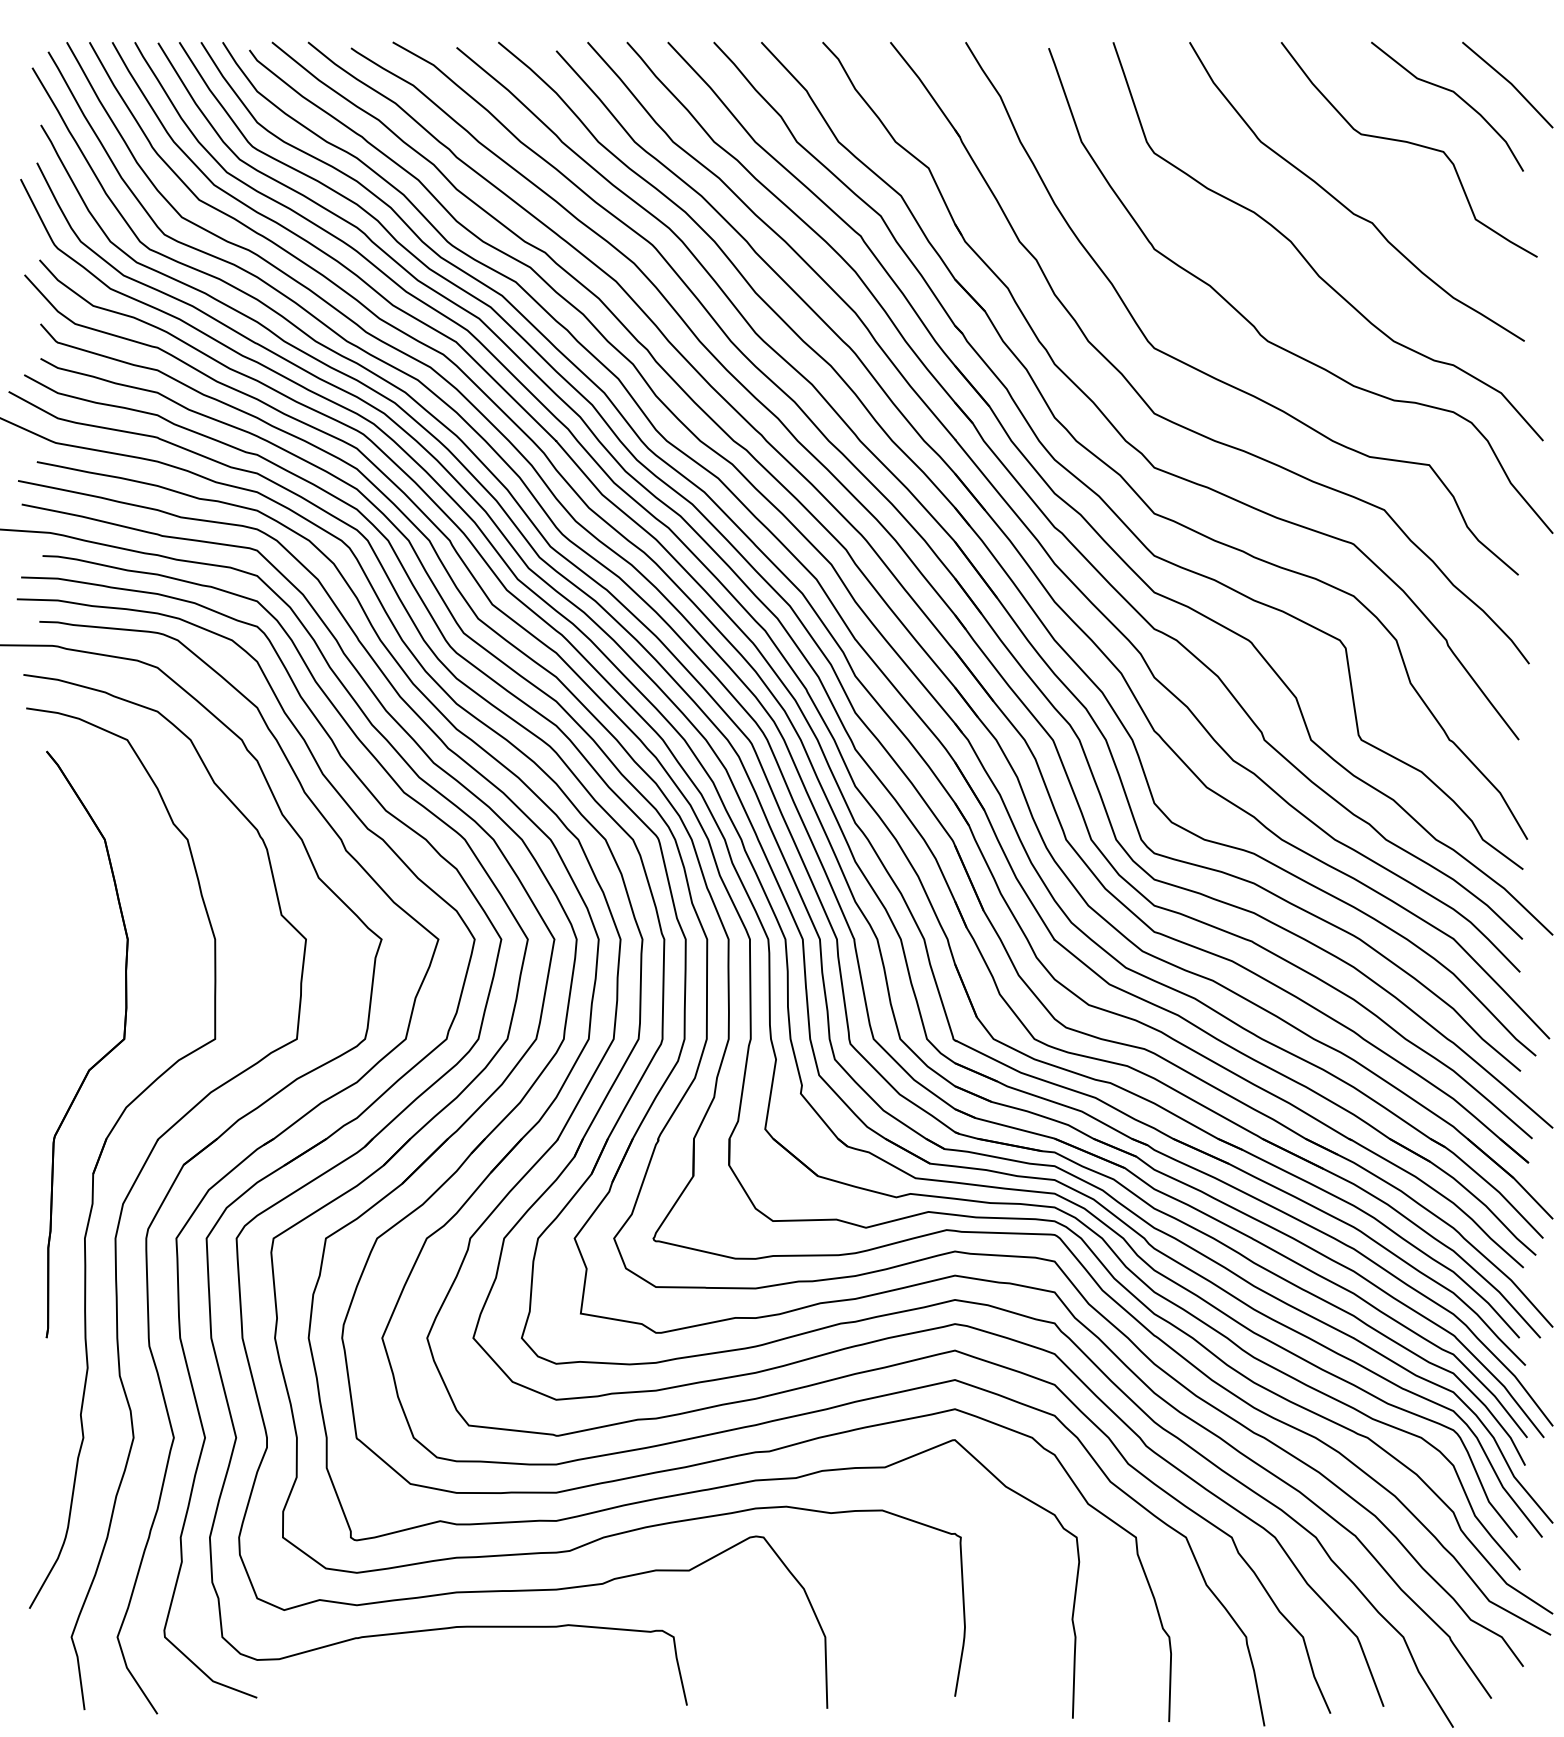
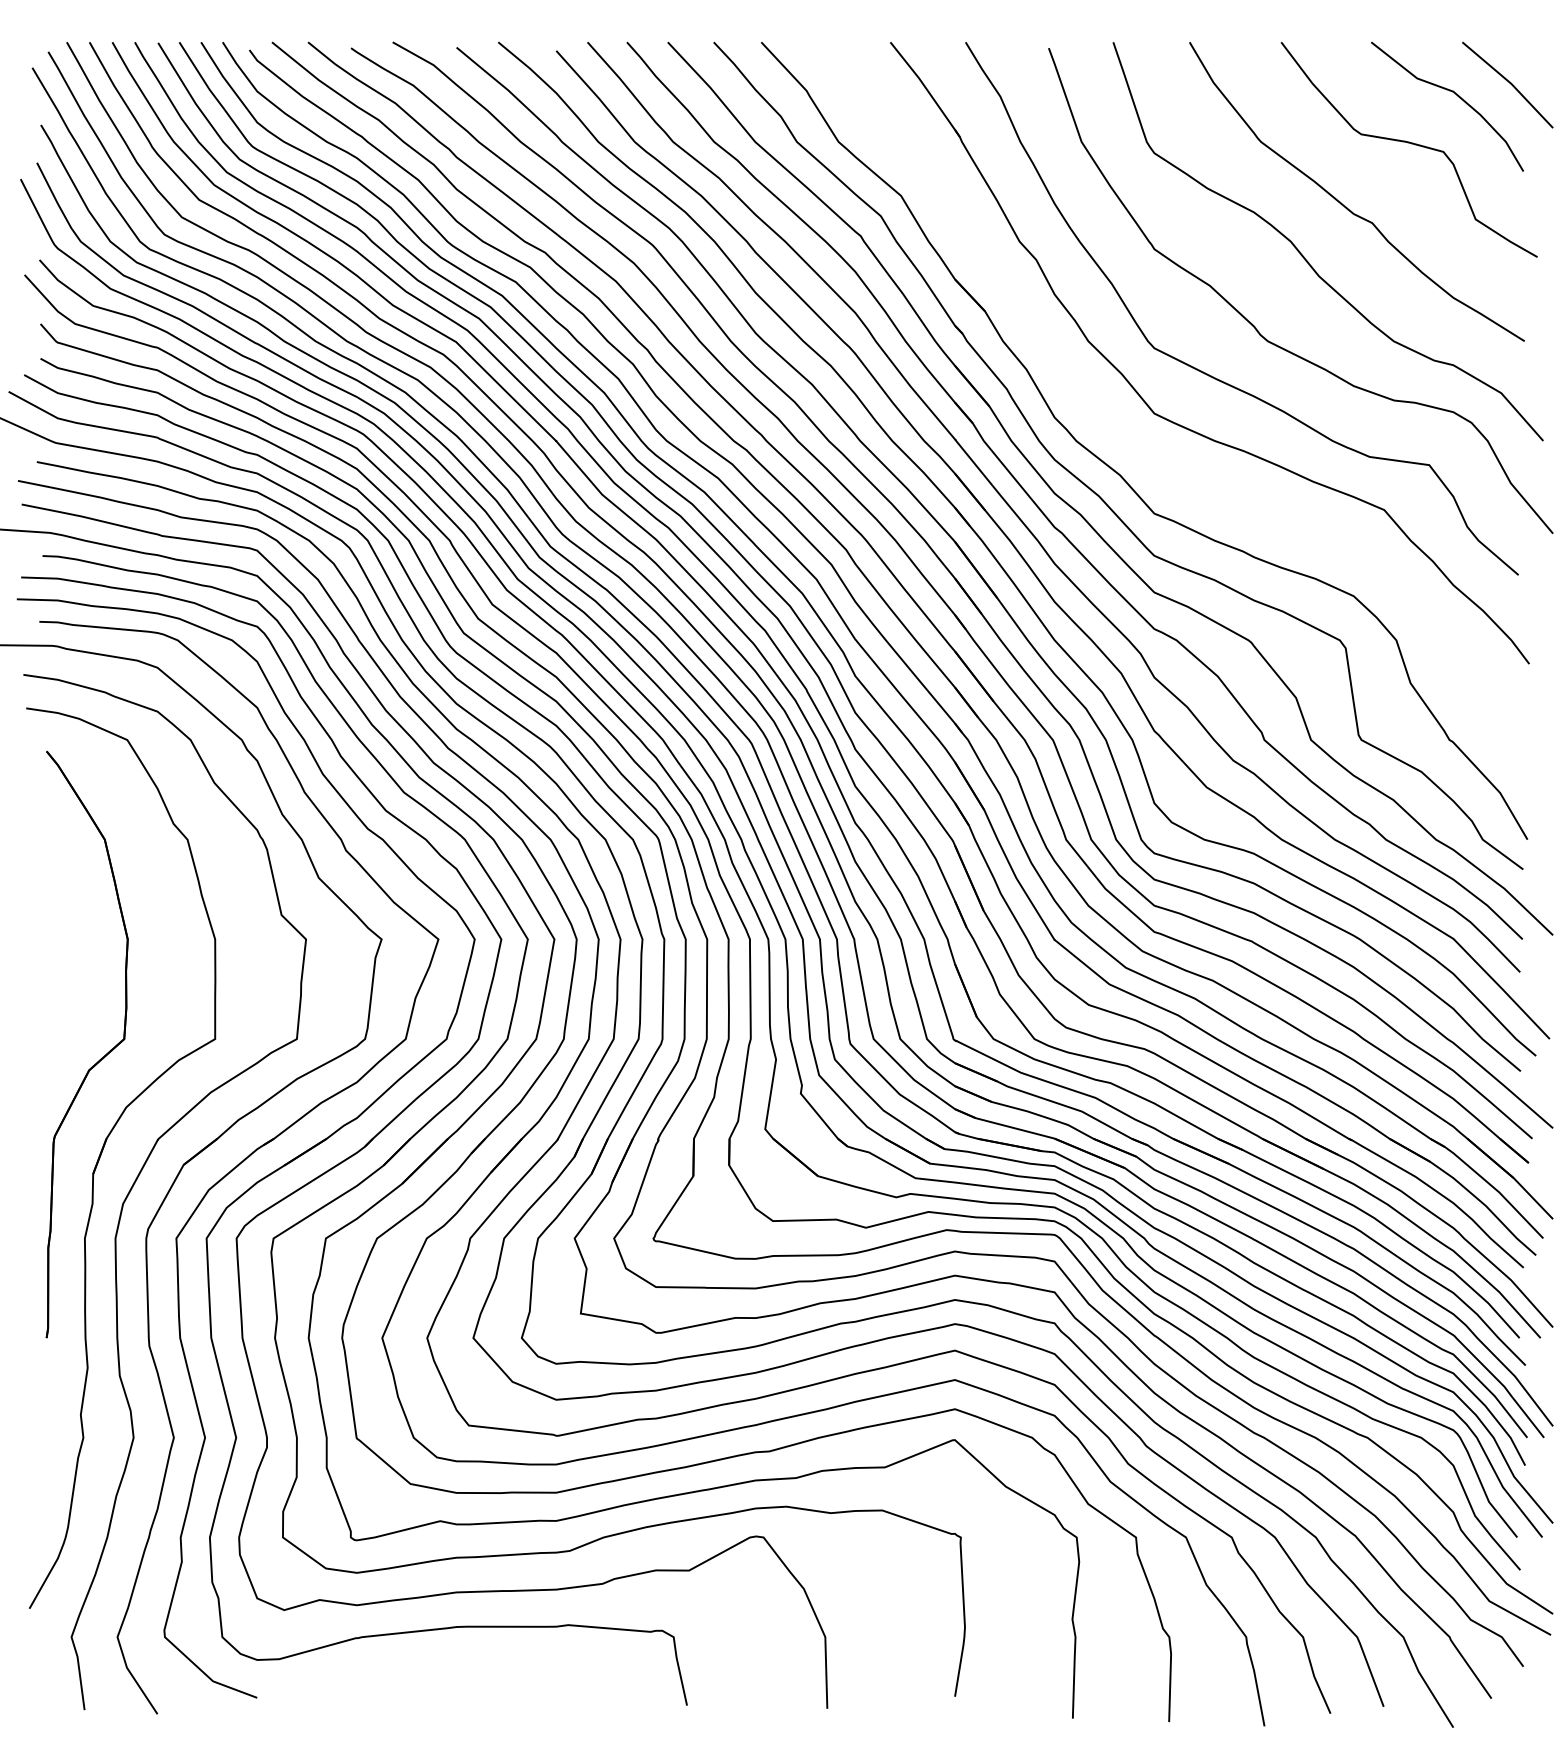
part at (1119, 431): present -> none
